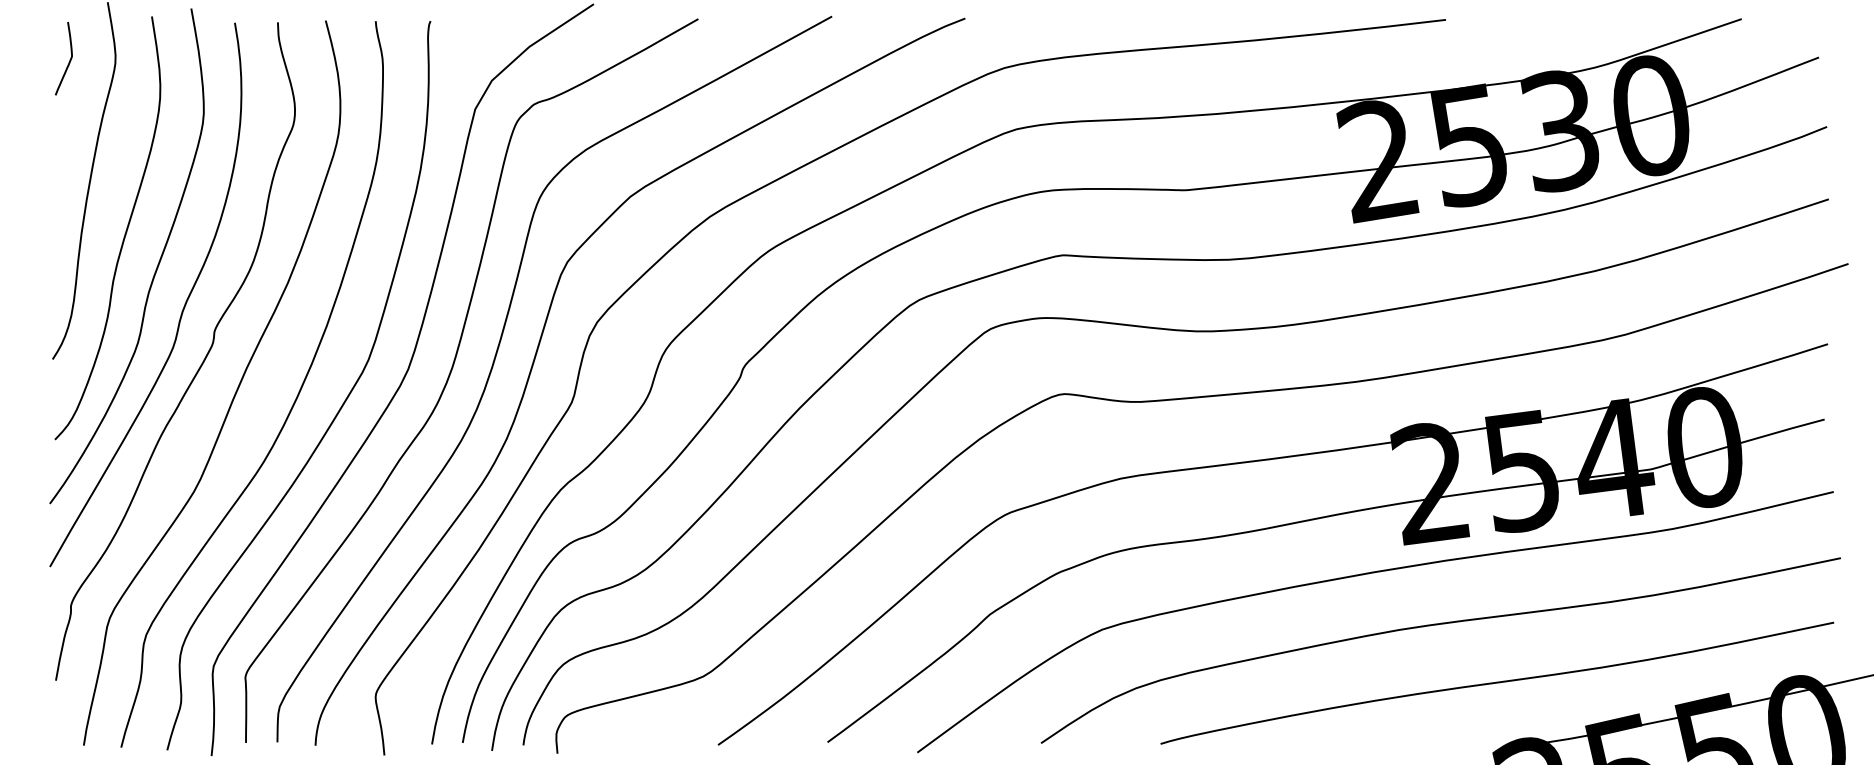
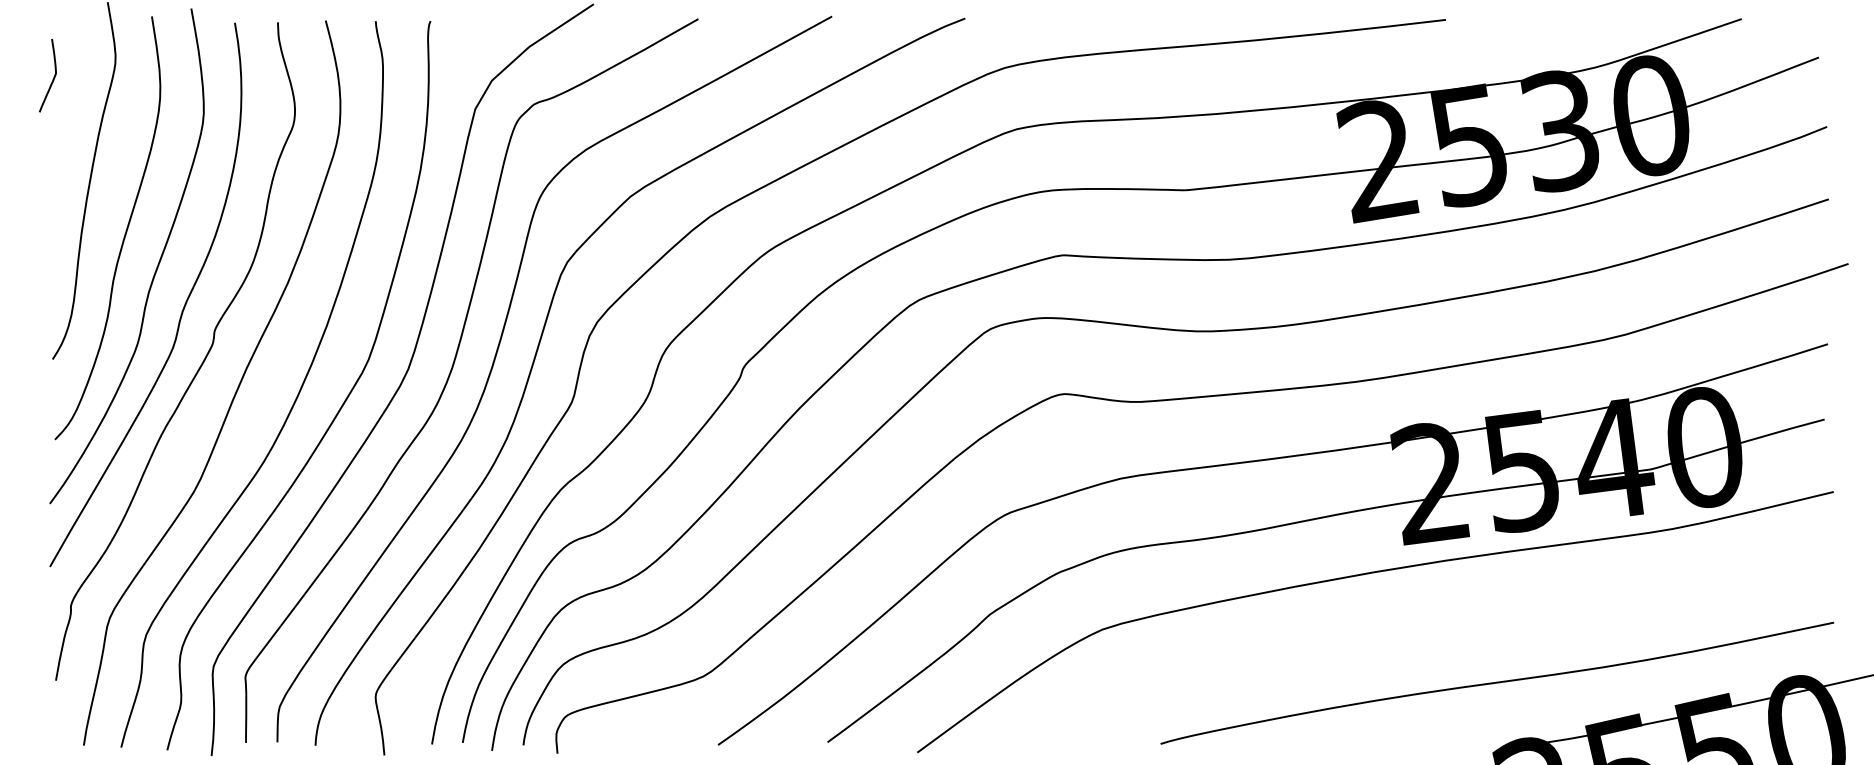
curve at (69, 59) position: (69, 59) -> (53, 76)
curve at (1437, 625): present -> none
